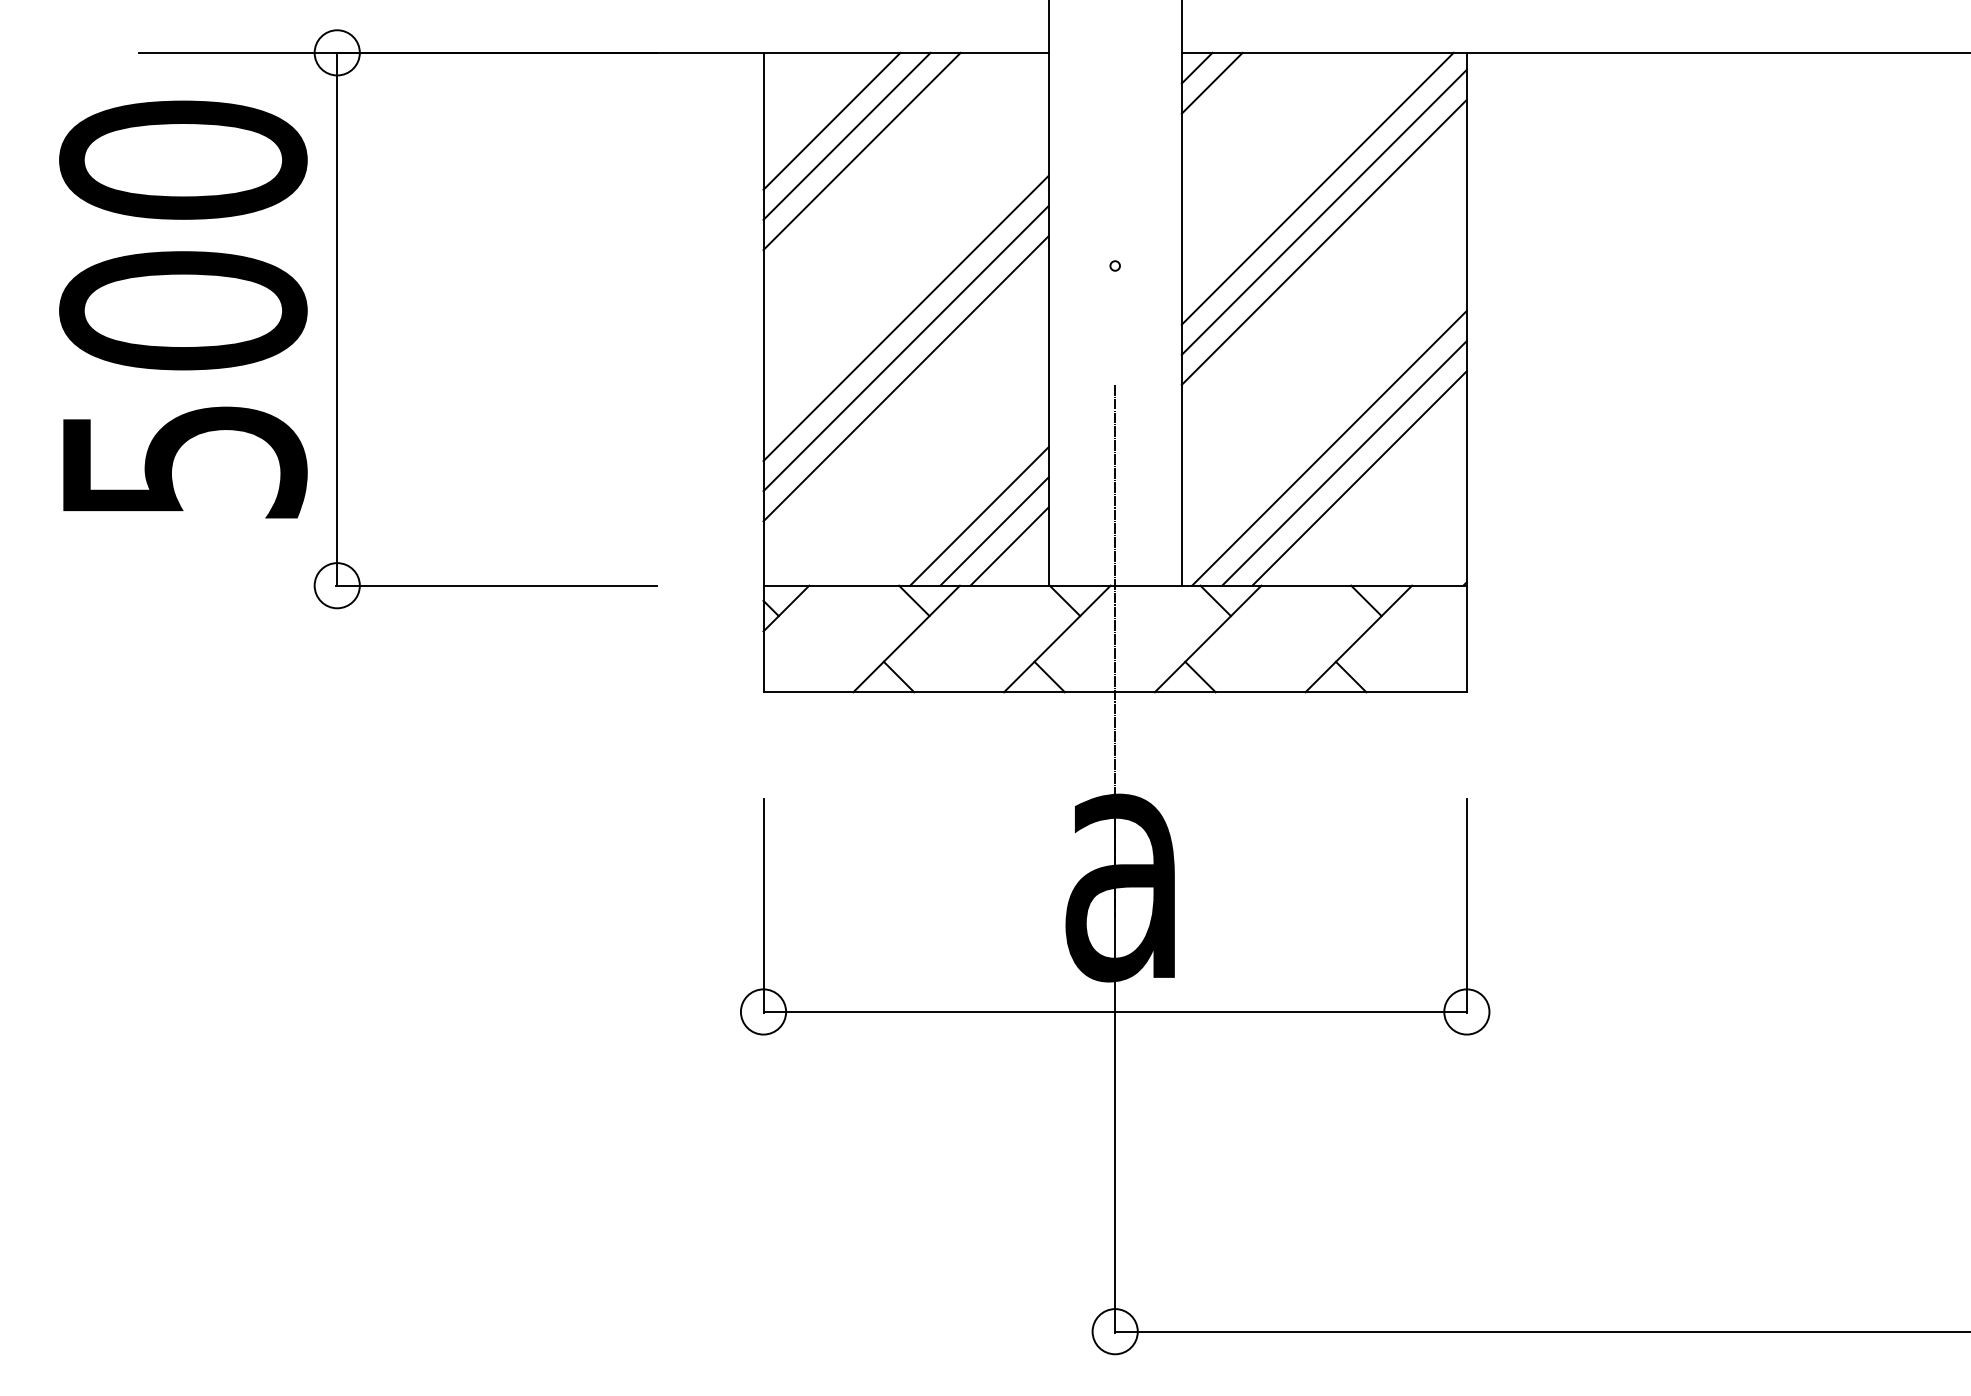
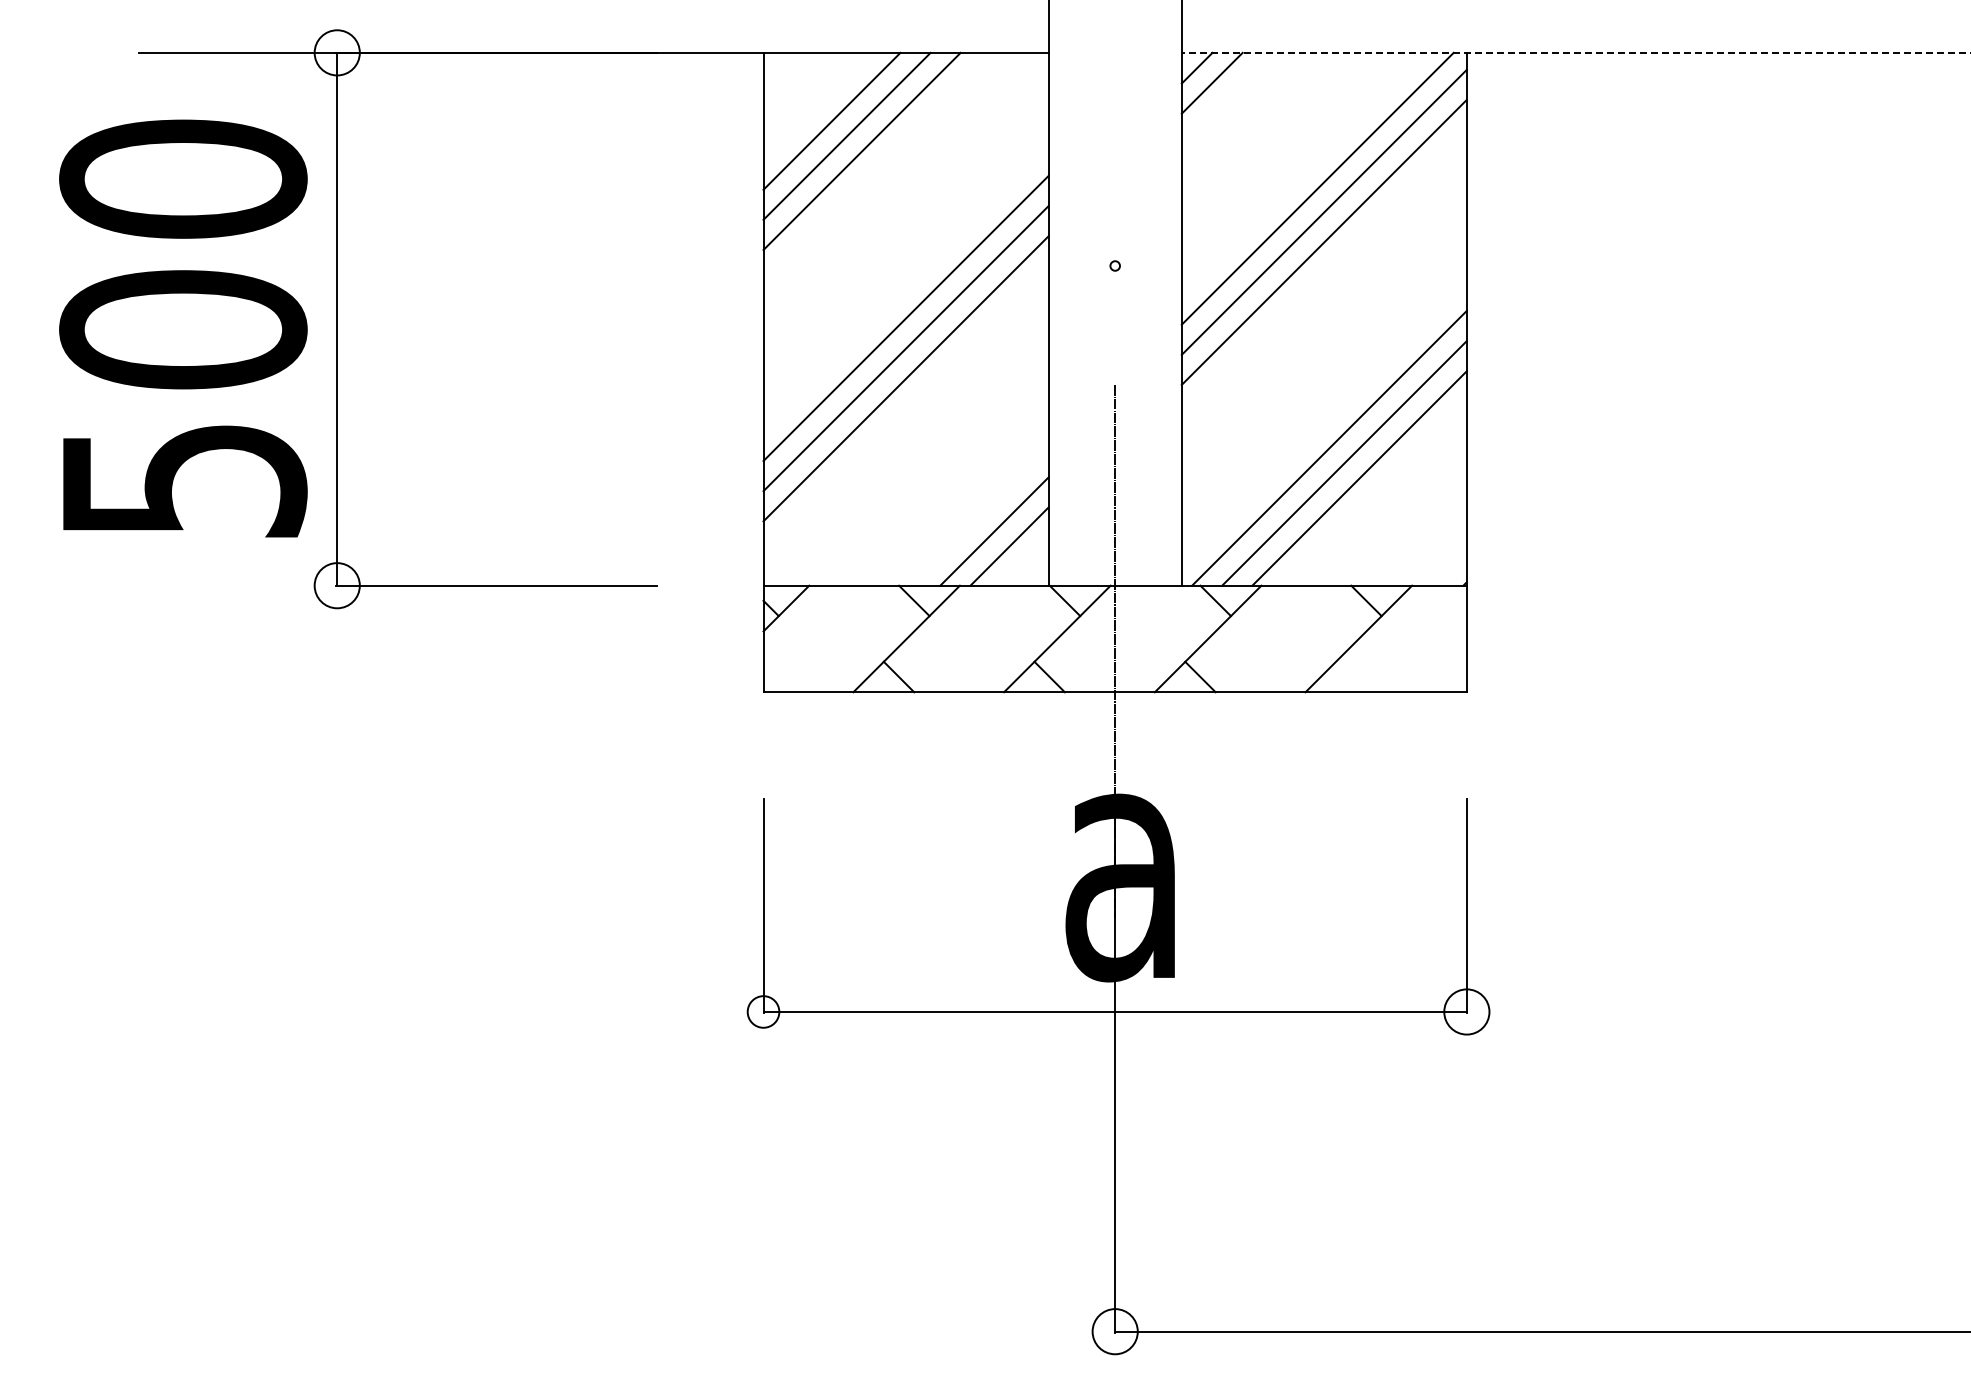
line at (1576, 52): solid -> dashed
text at (183, 309) position: (183, 309) -> (183, 328)
line at (979, 516): present -> none
line at (1350, 676): present -> none
circle at (763, 1011) diameter: 45 px -> 32 px
